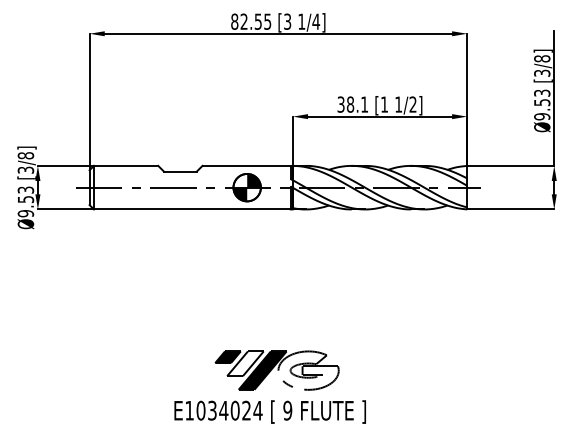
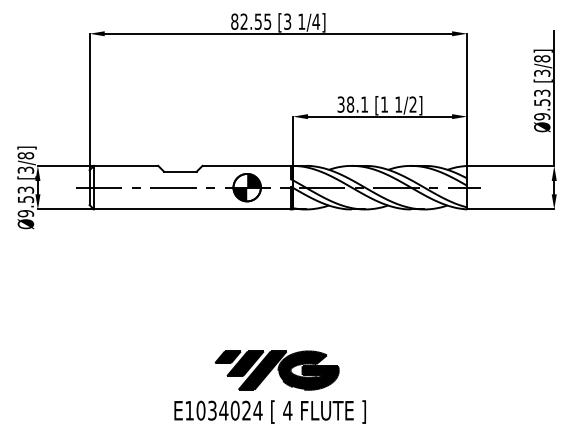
fill at (245, 363): none -> present
fill at (308, 370): none -> present
text at (287, 410): 9 -> 4
